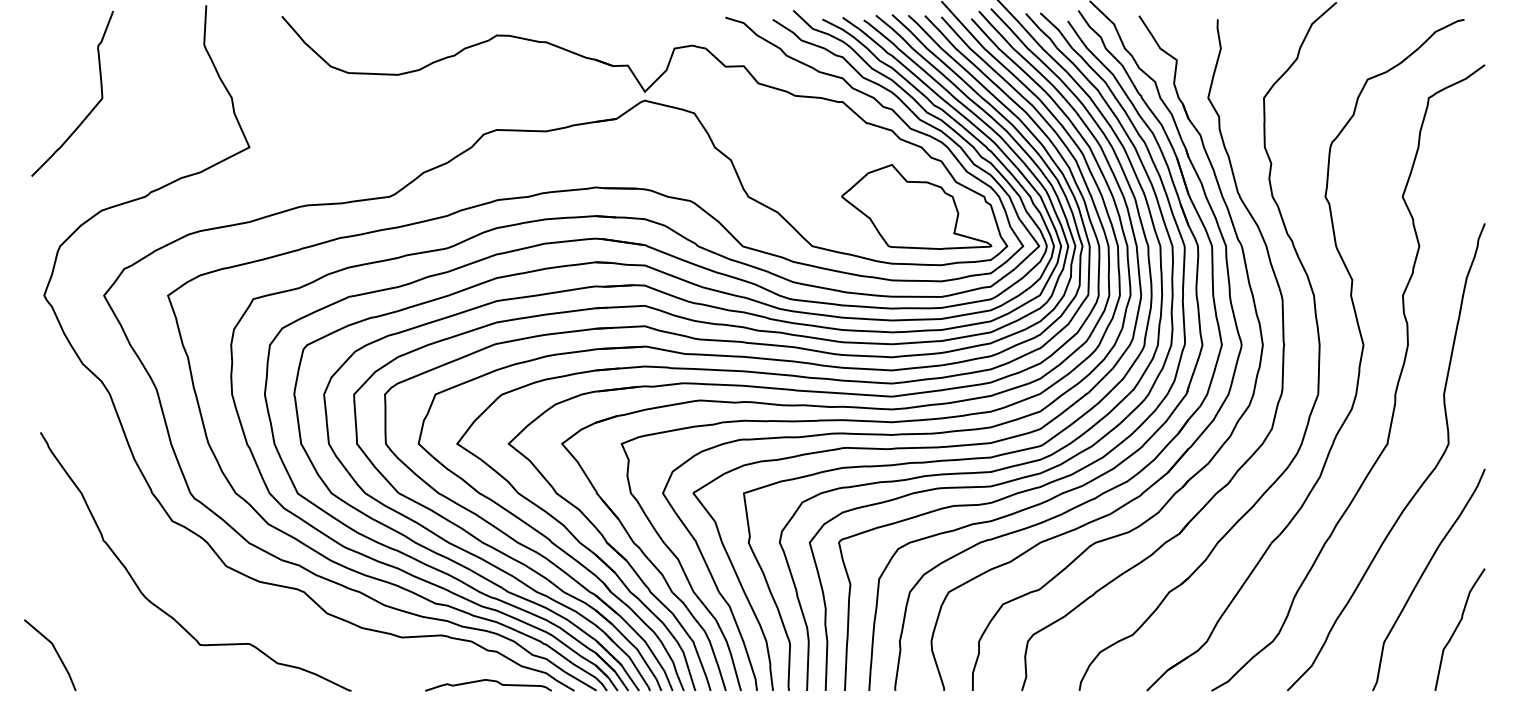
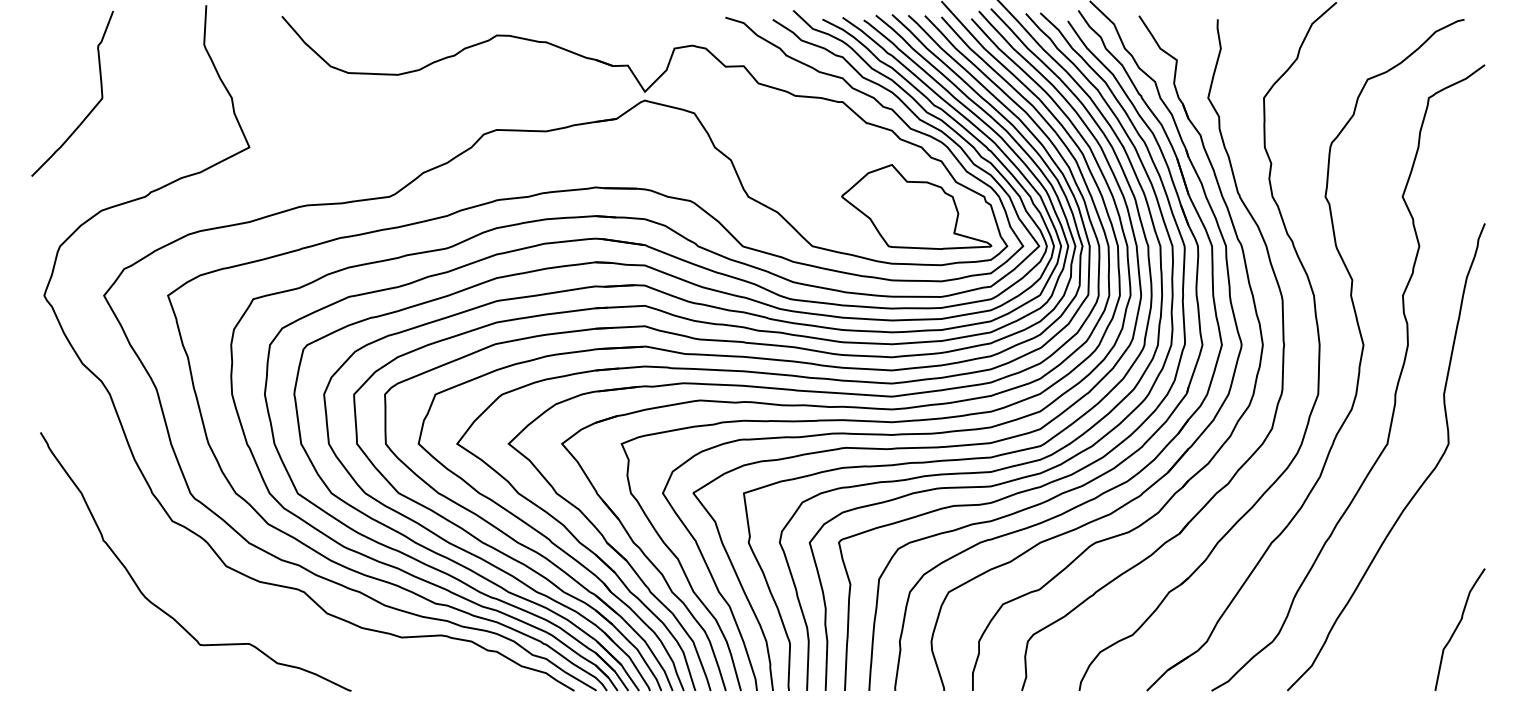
curve at (1422, 576): present -> none
curve at (56, 653): present -> none
curve at (488, 681): present -> none
